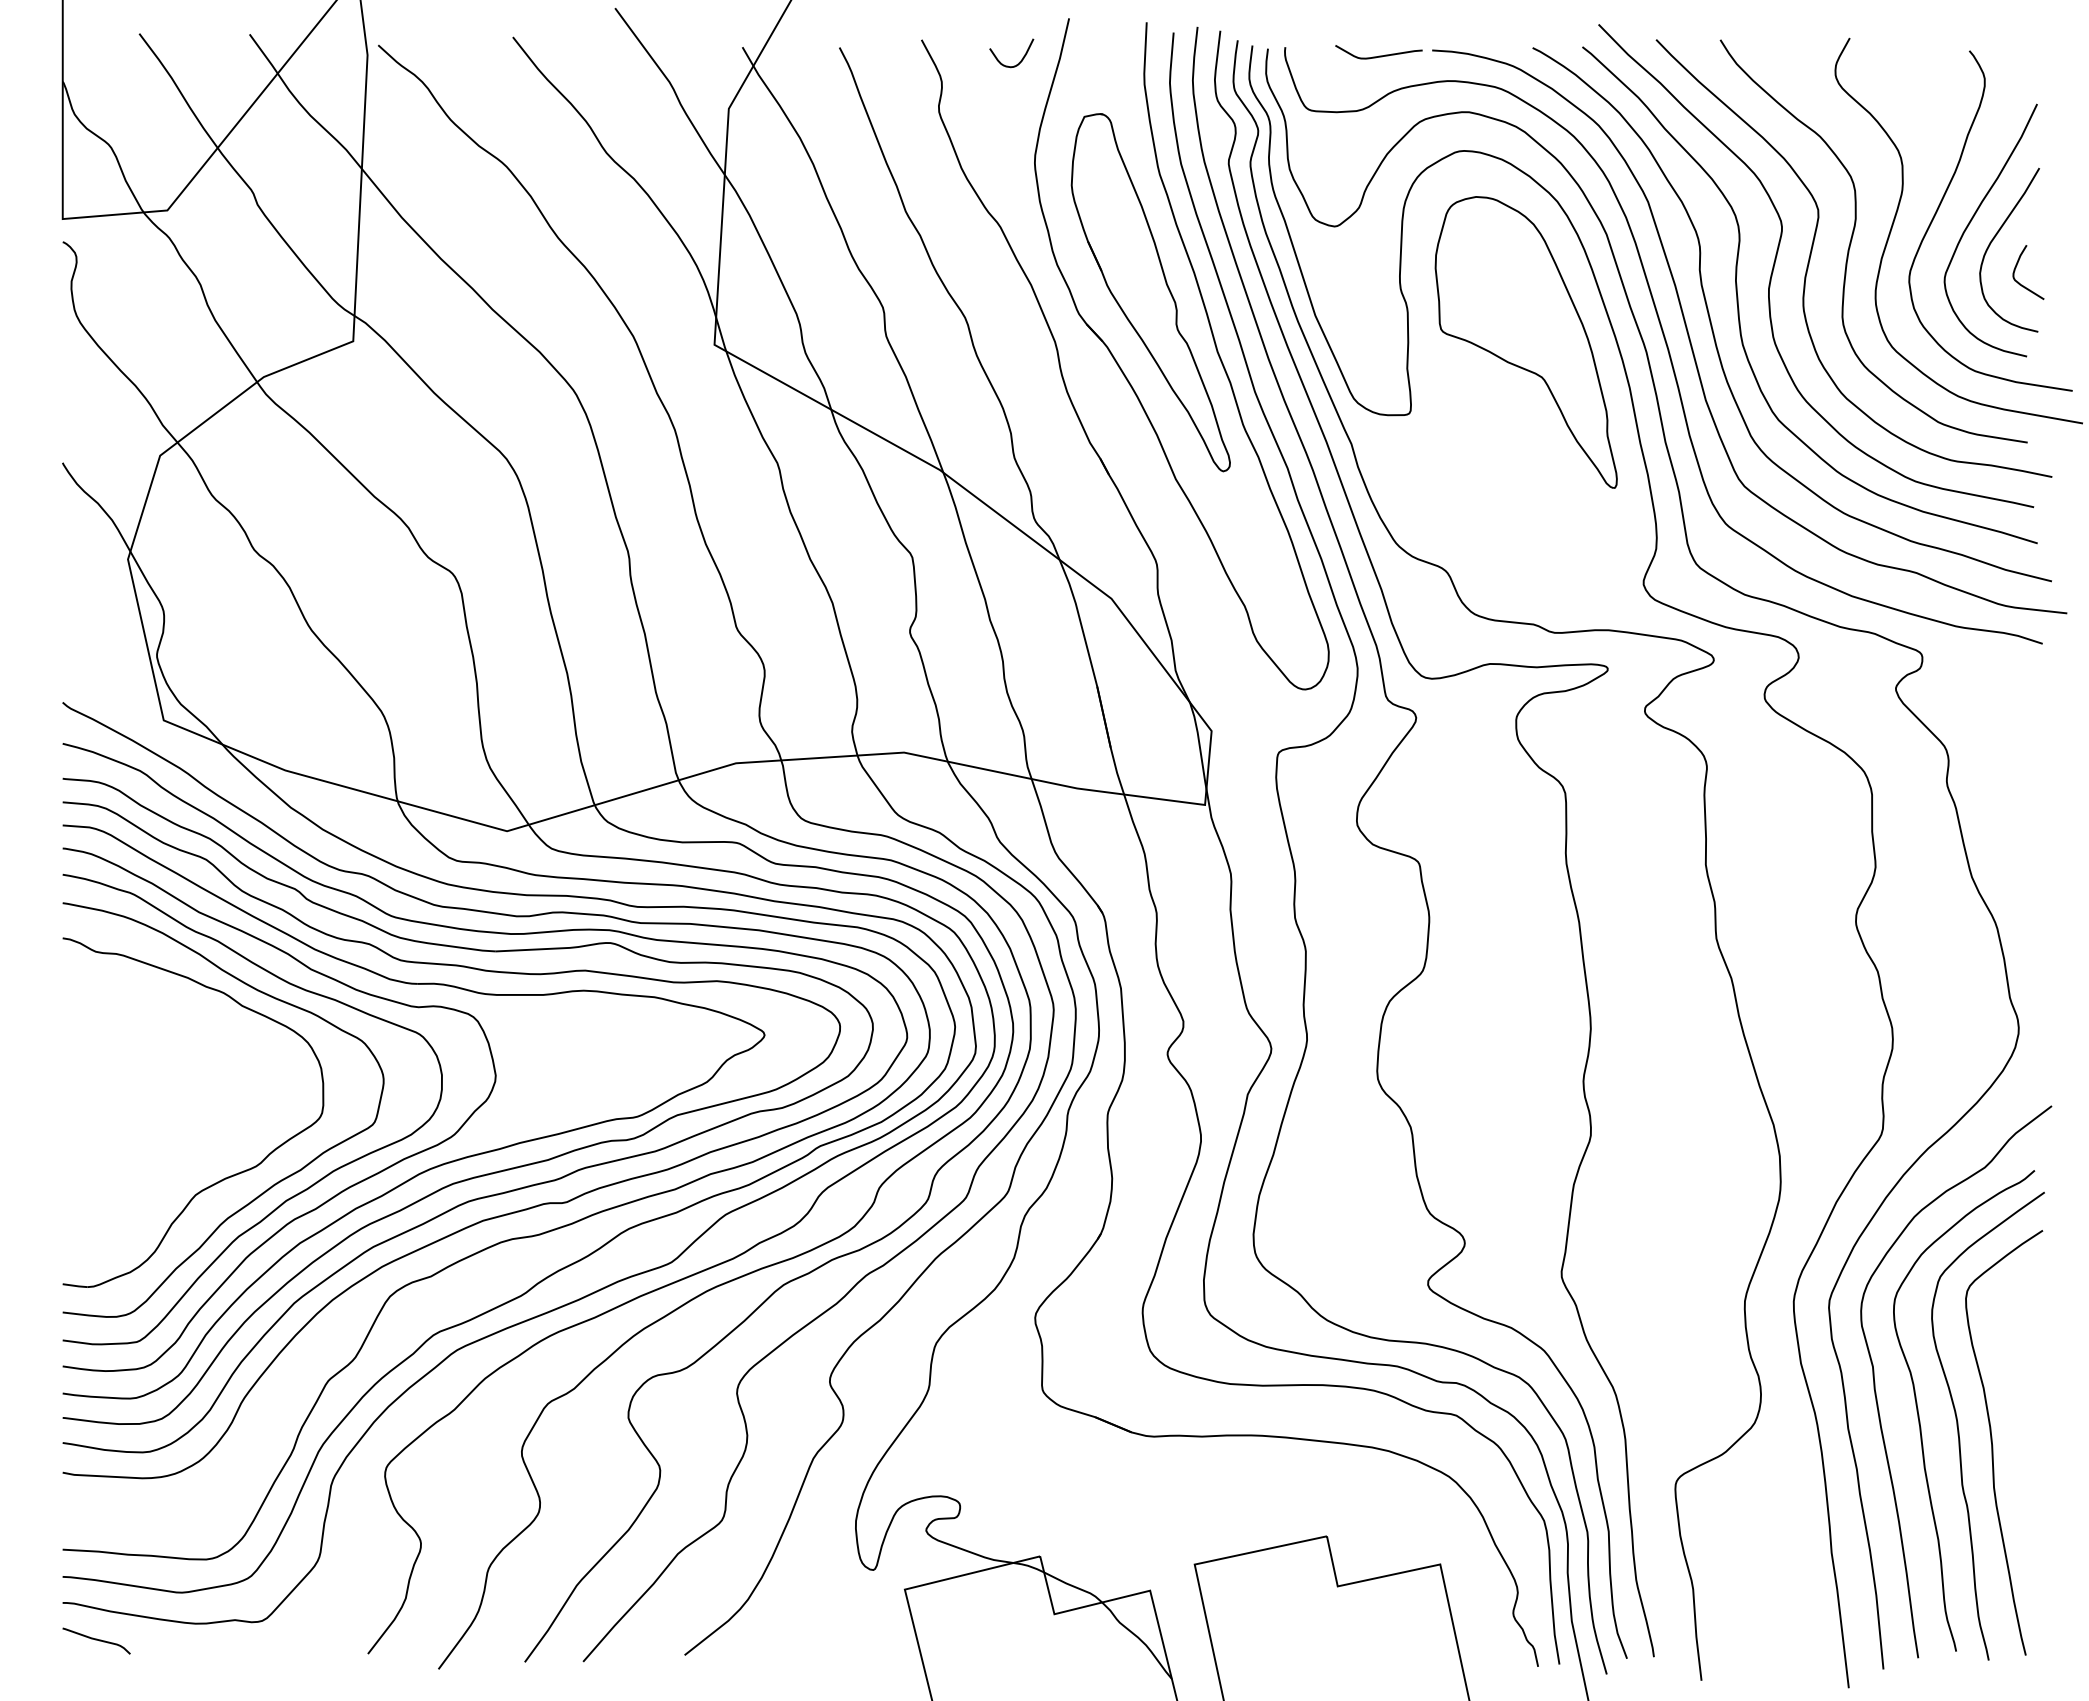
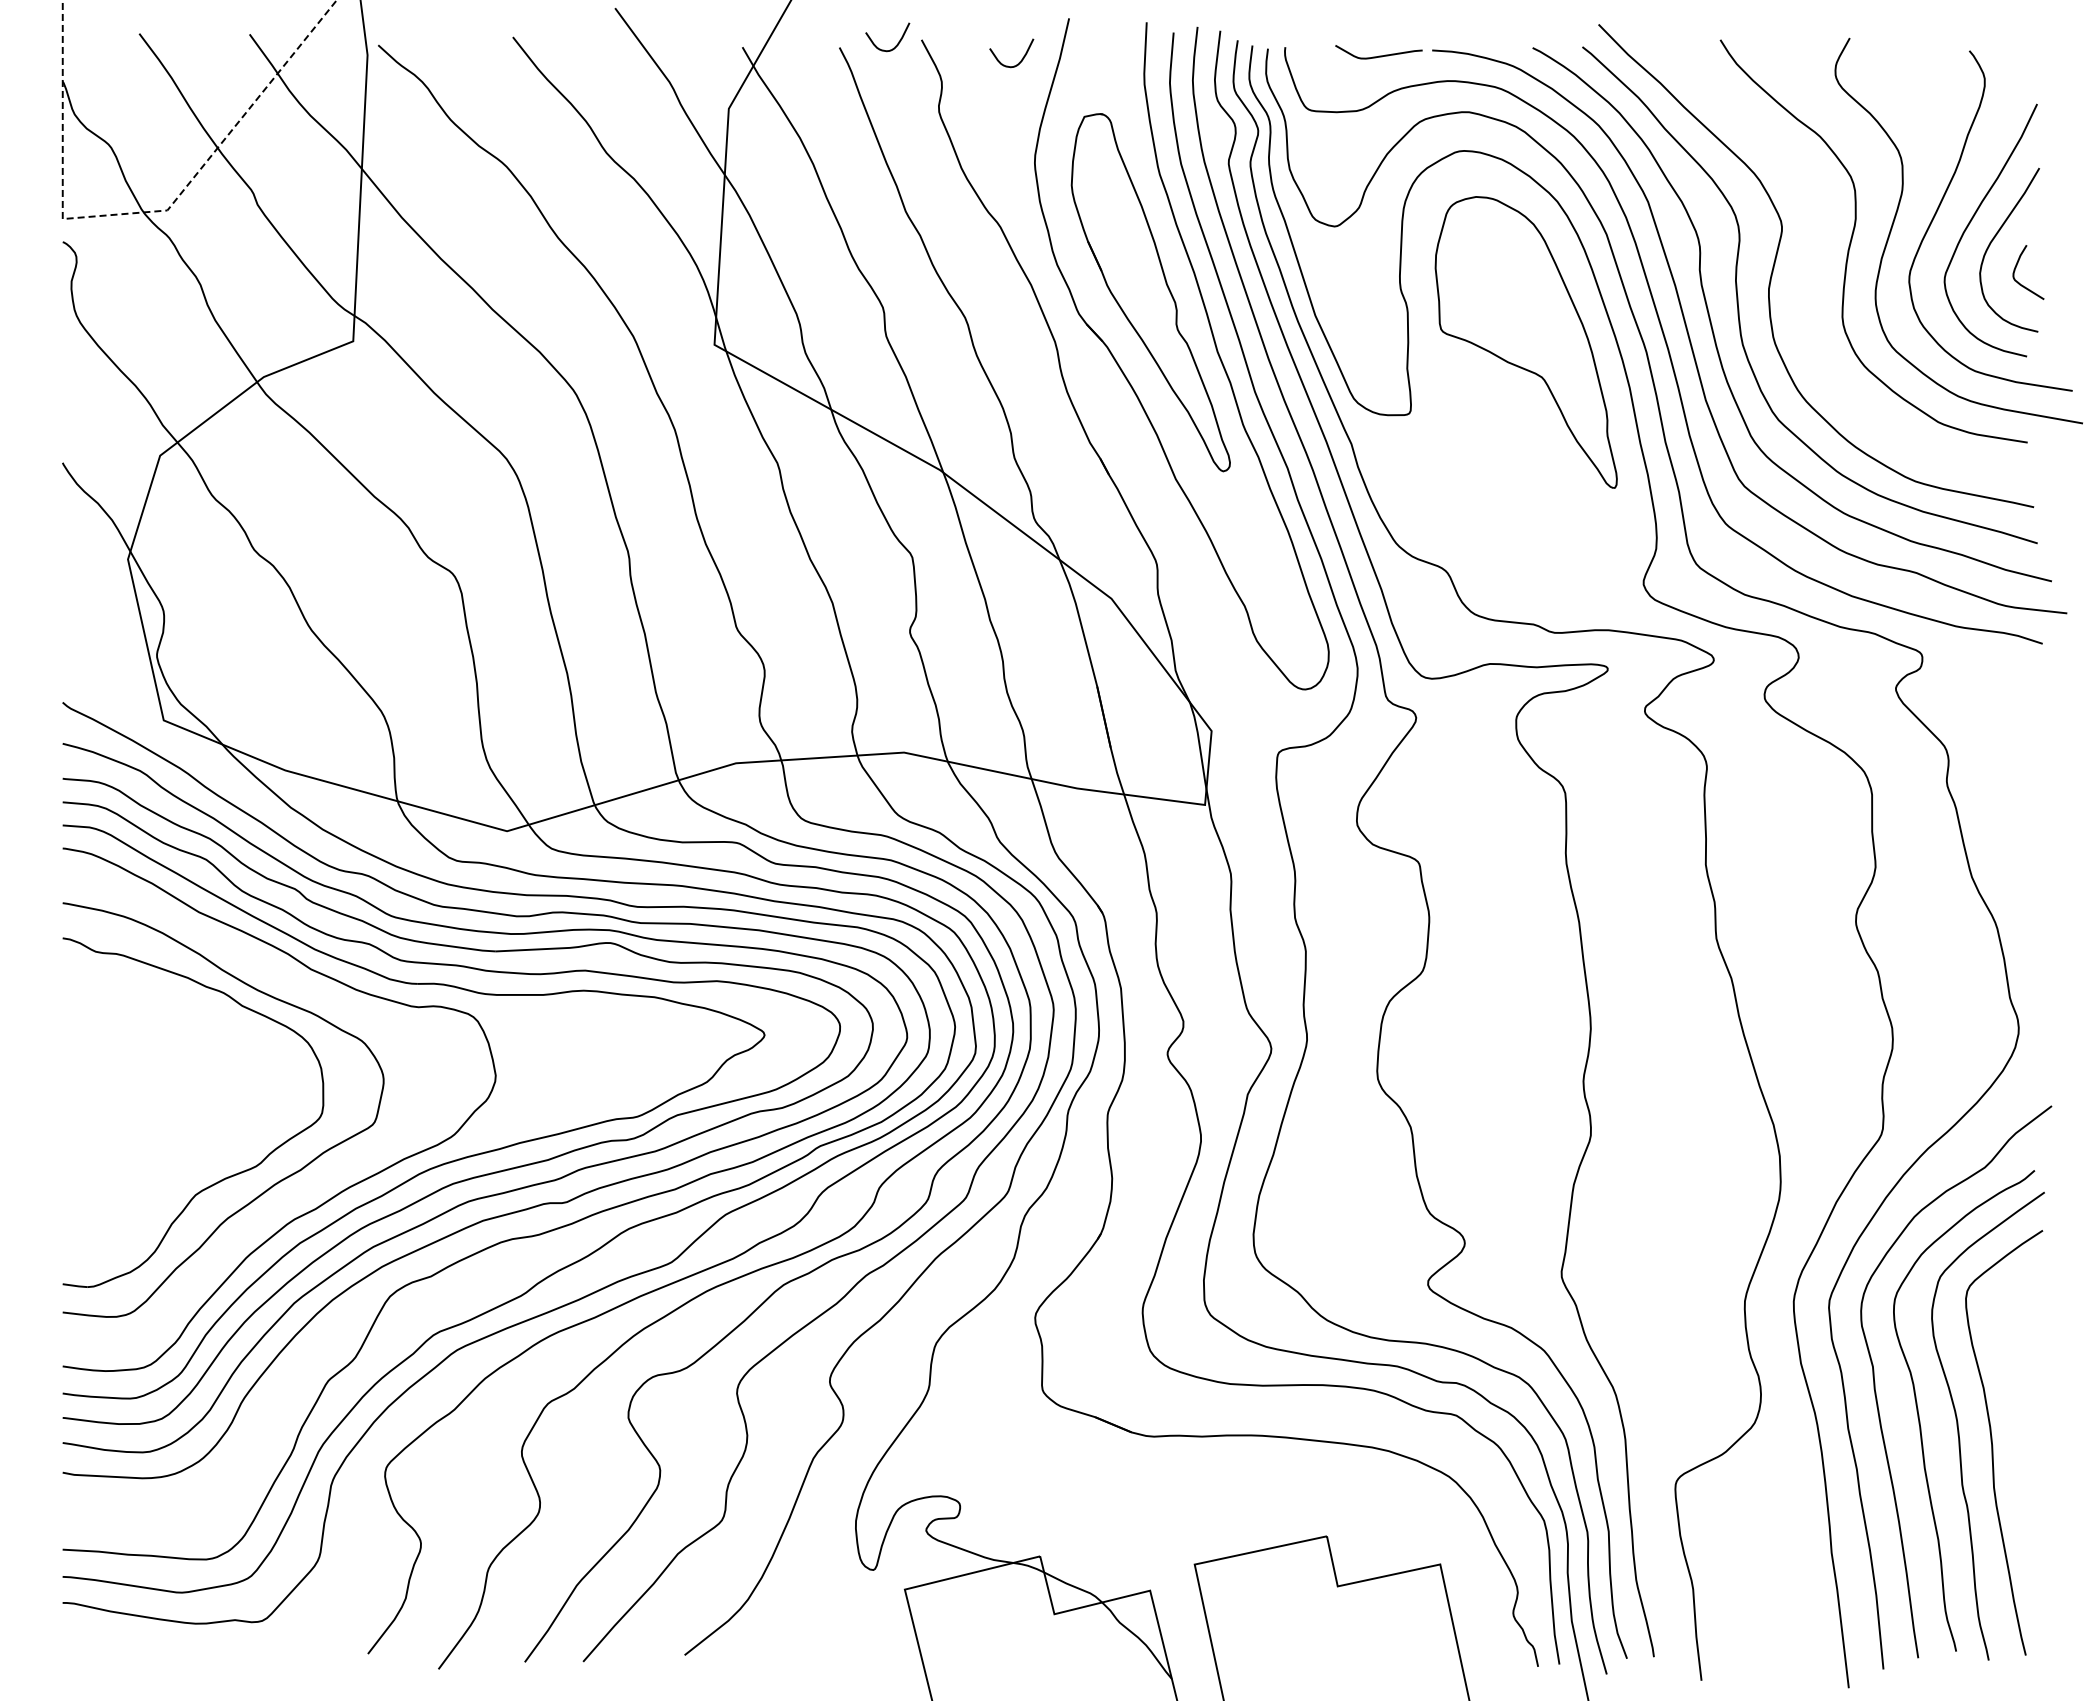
curve at (895, 45): none -> present
line at (139, 212): solid -> dashed
curve at (1812, 251): present -> none
curve at (300, 1191): present -> none
curve at (96, 1640): present -> none
